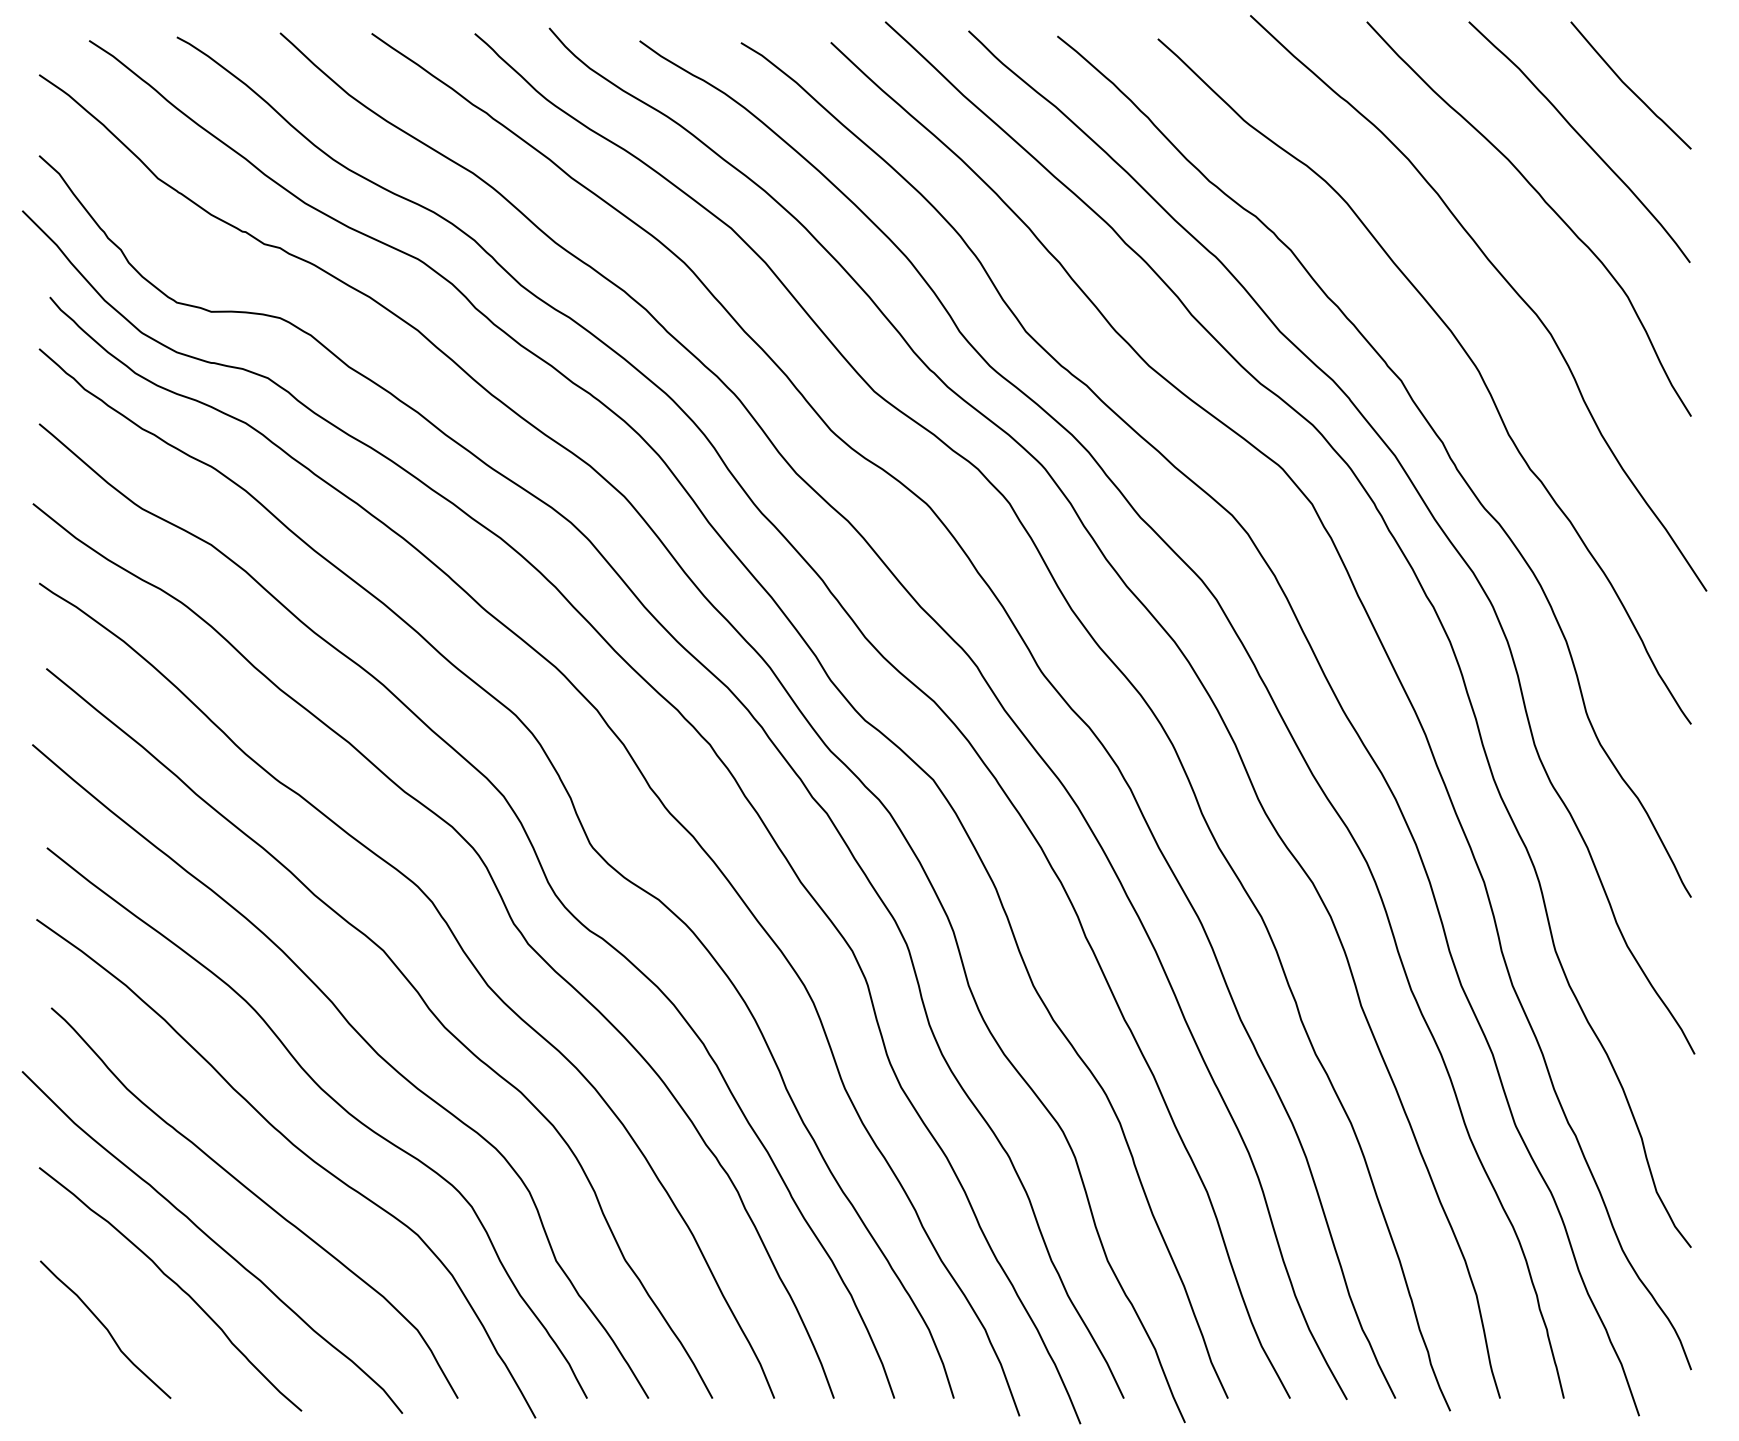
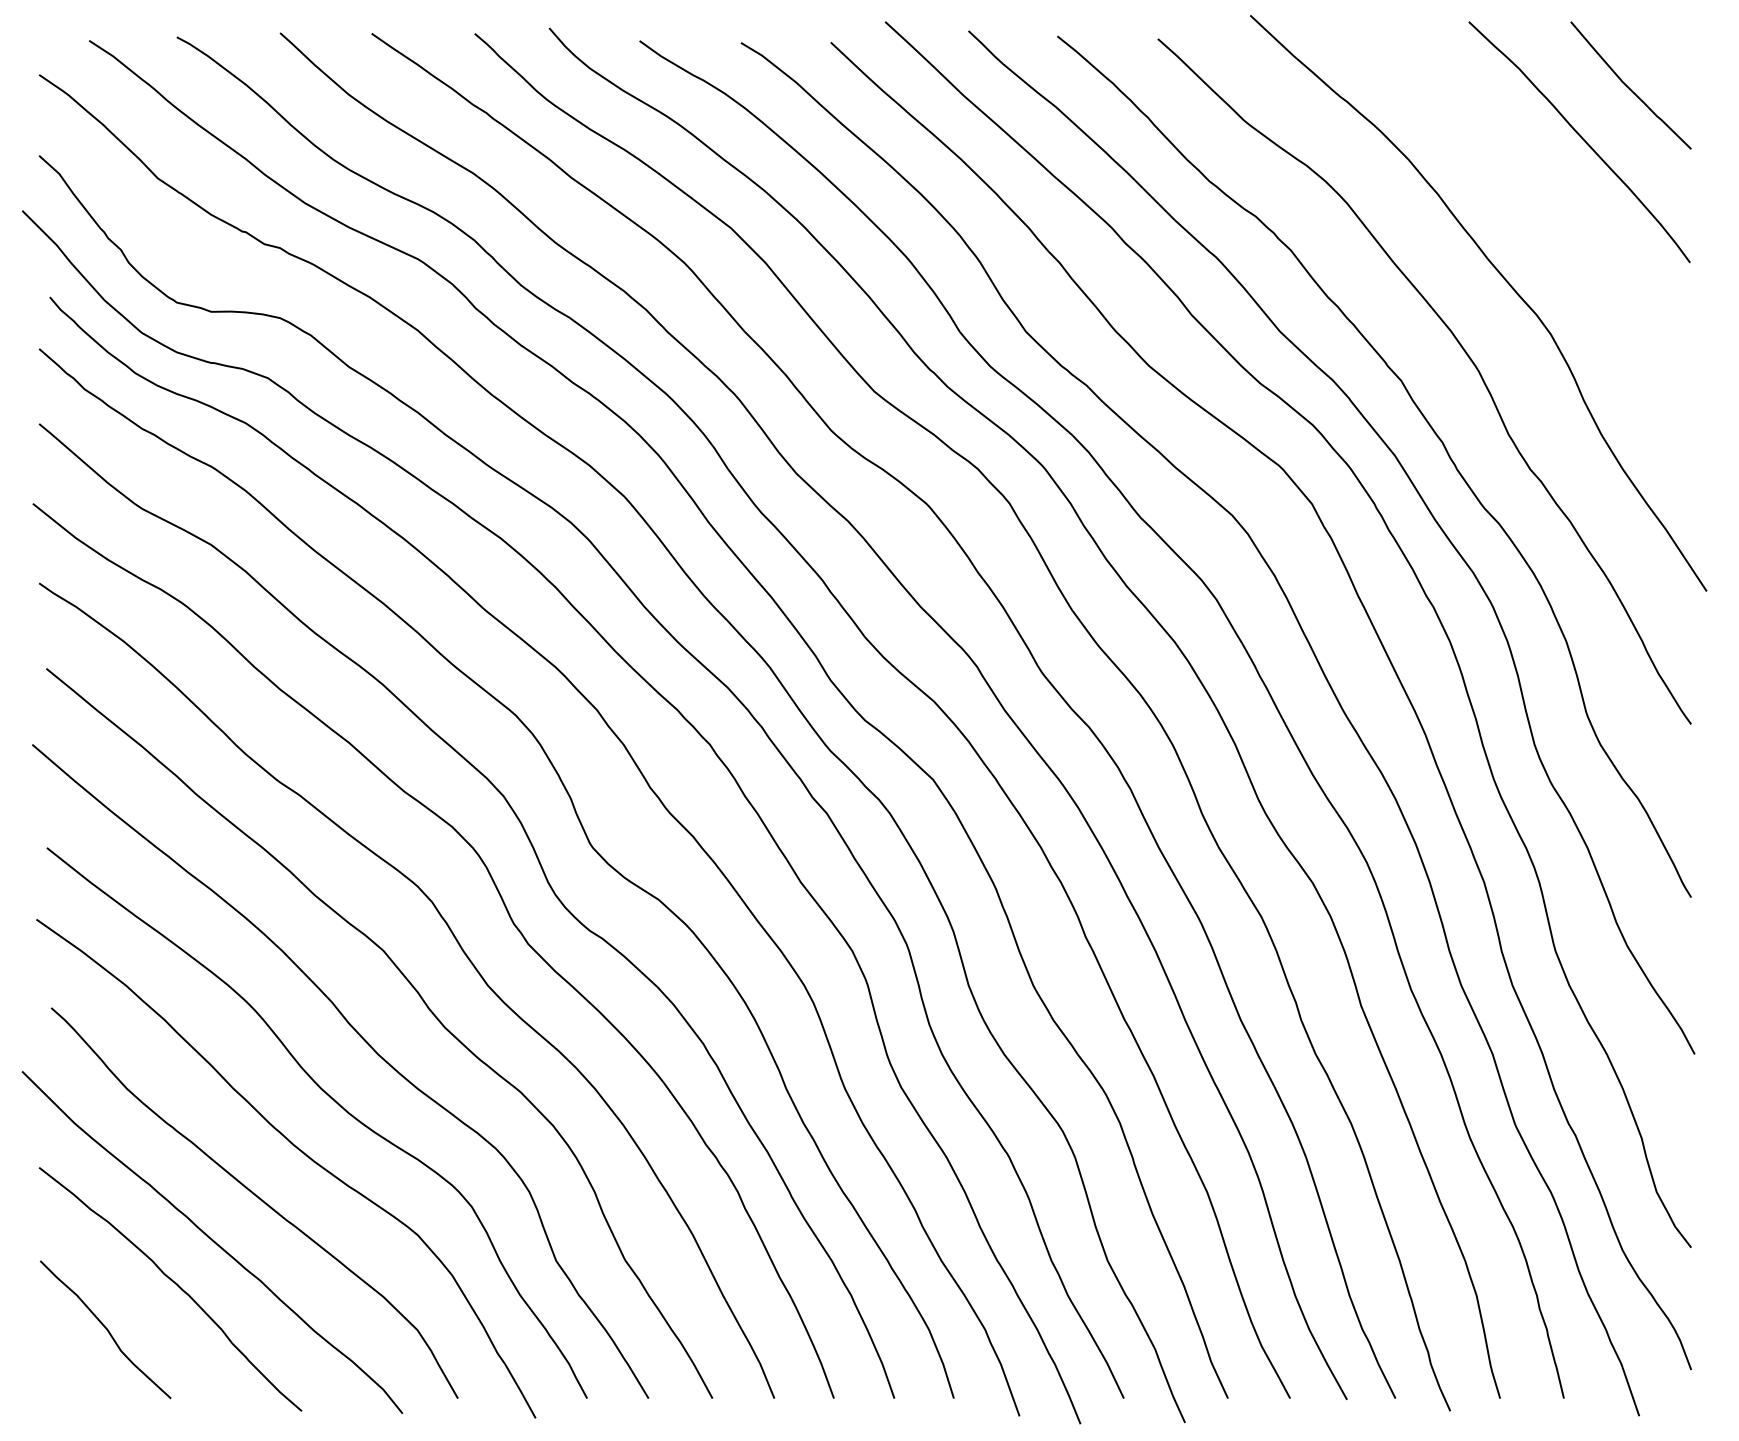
curve at (1544, 202): present -> none
